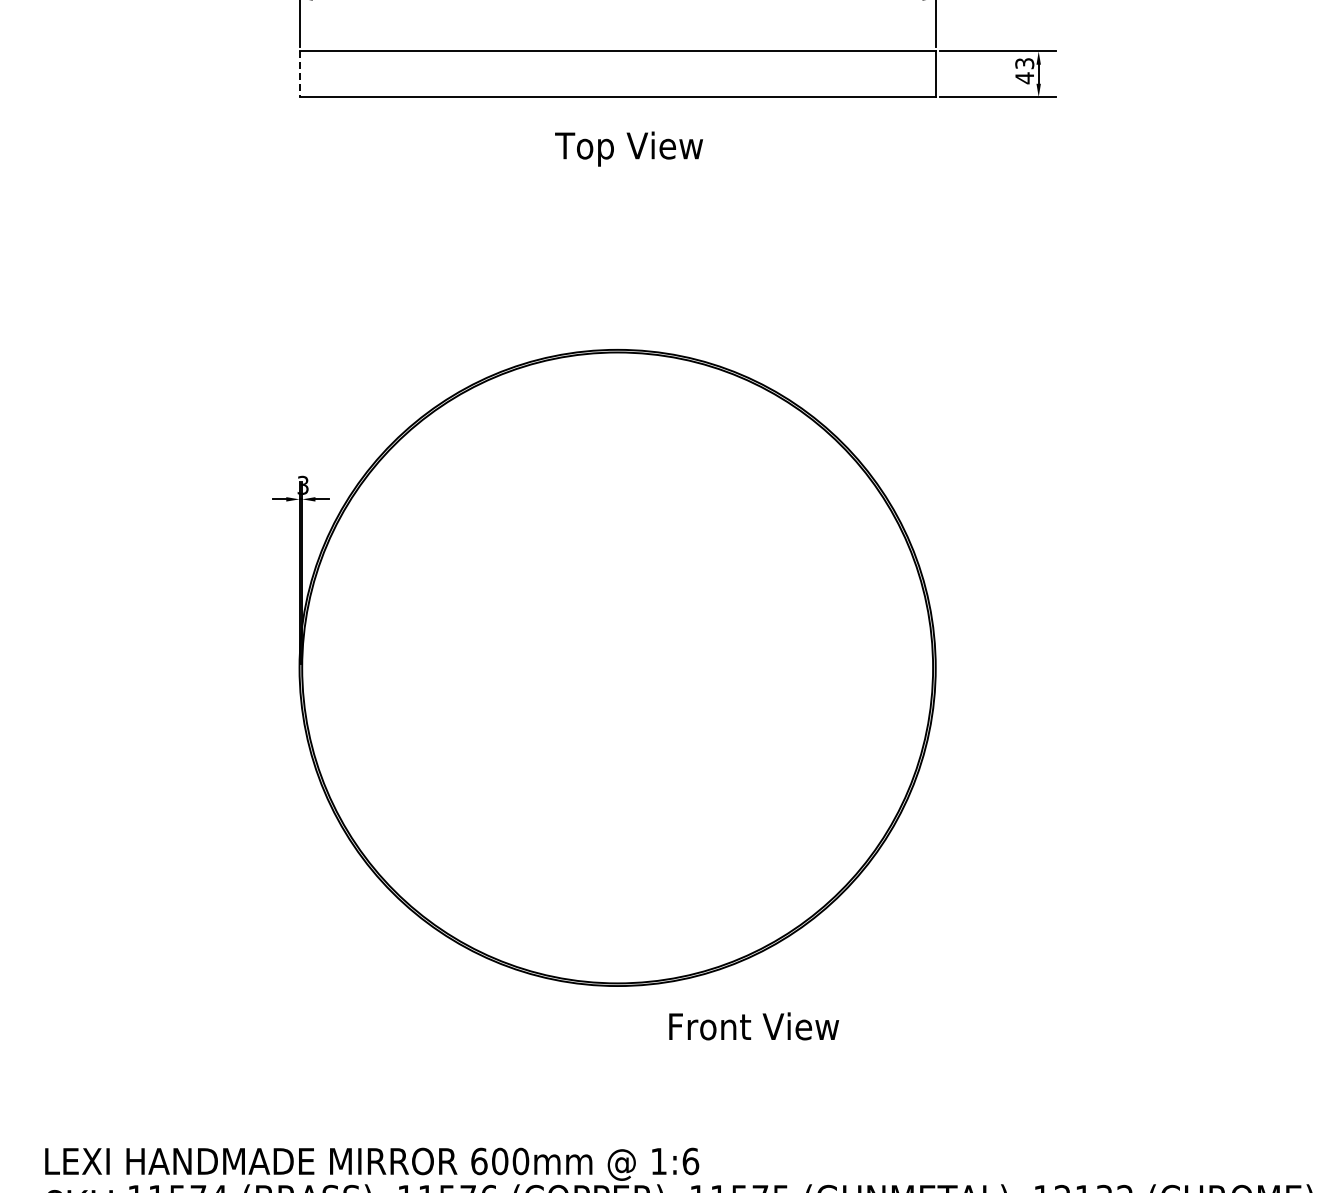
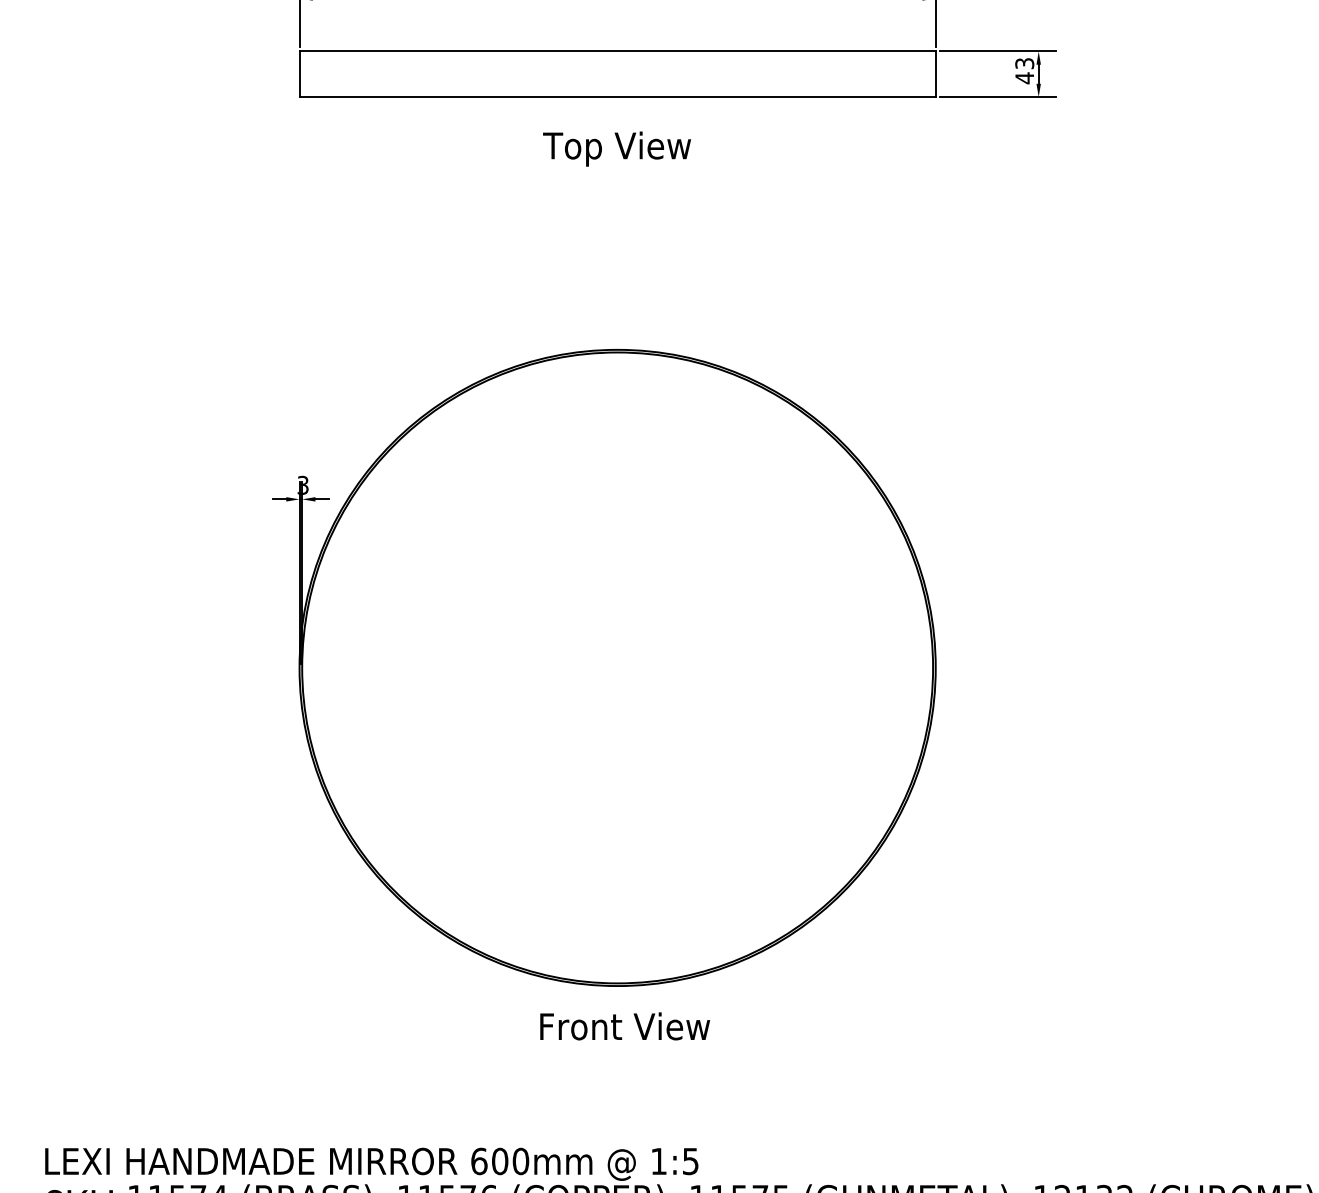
line at (299, 74): dashed -> solid
text at (628, 148) position: (628, 148) -> (616, 148)
text at (754, 1026) position: (754, 1026) -> (625, 1026)
text at (690, 1161): 1:6 -> 1:5
